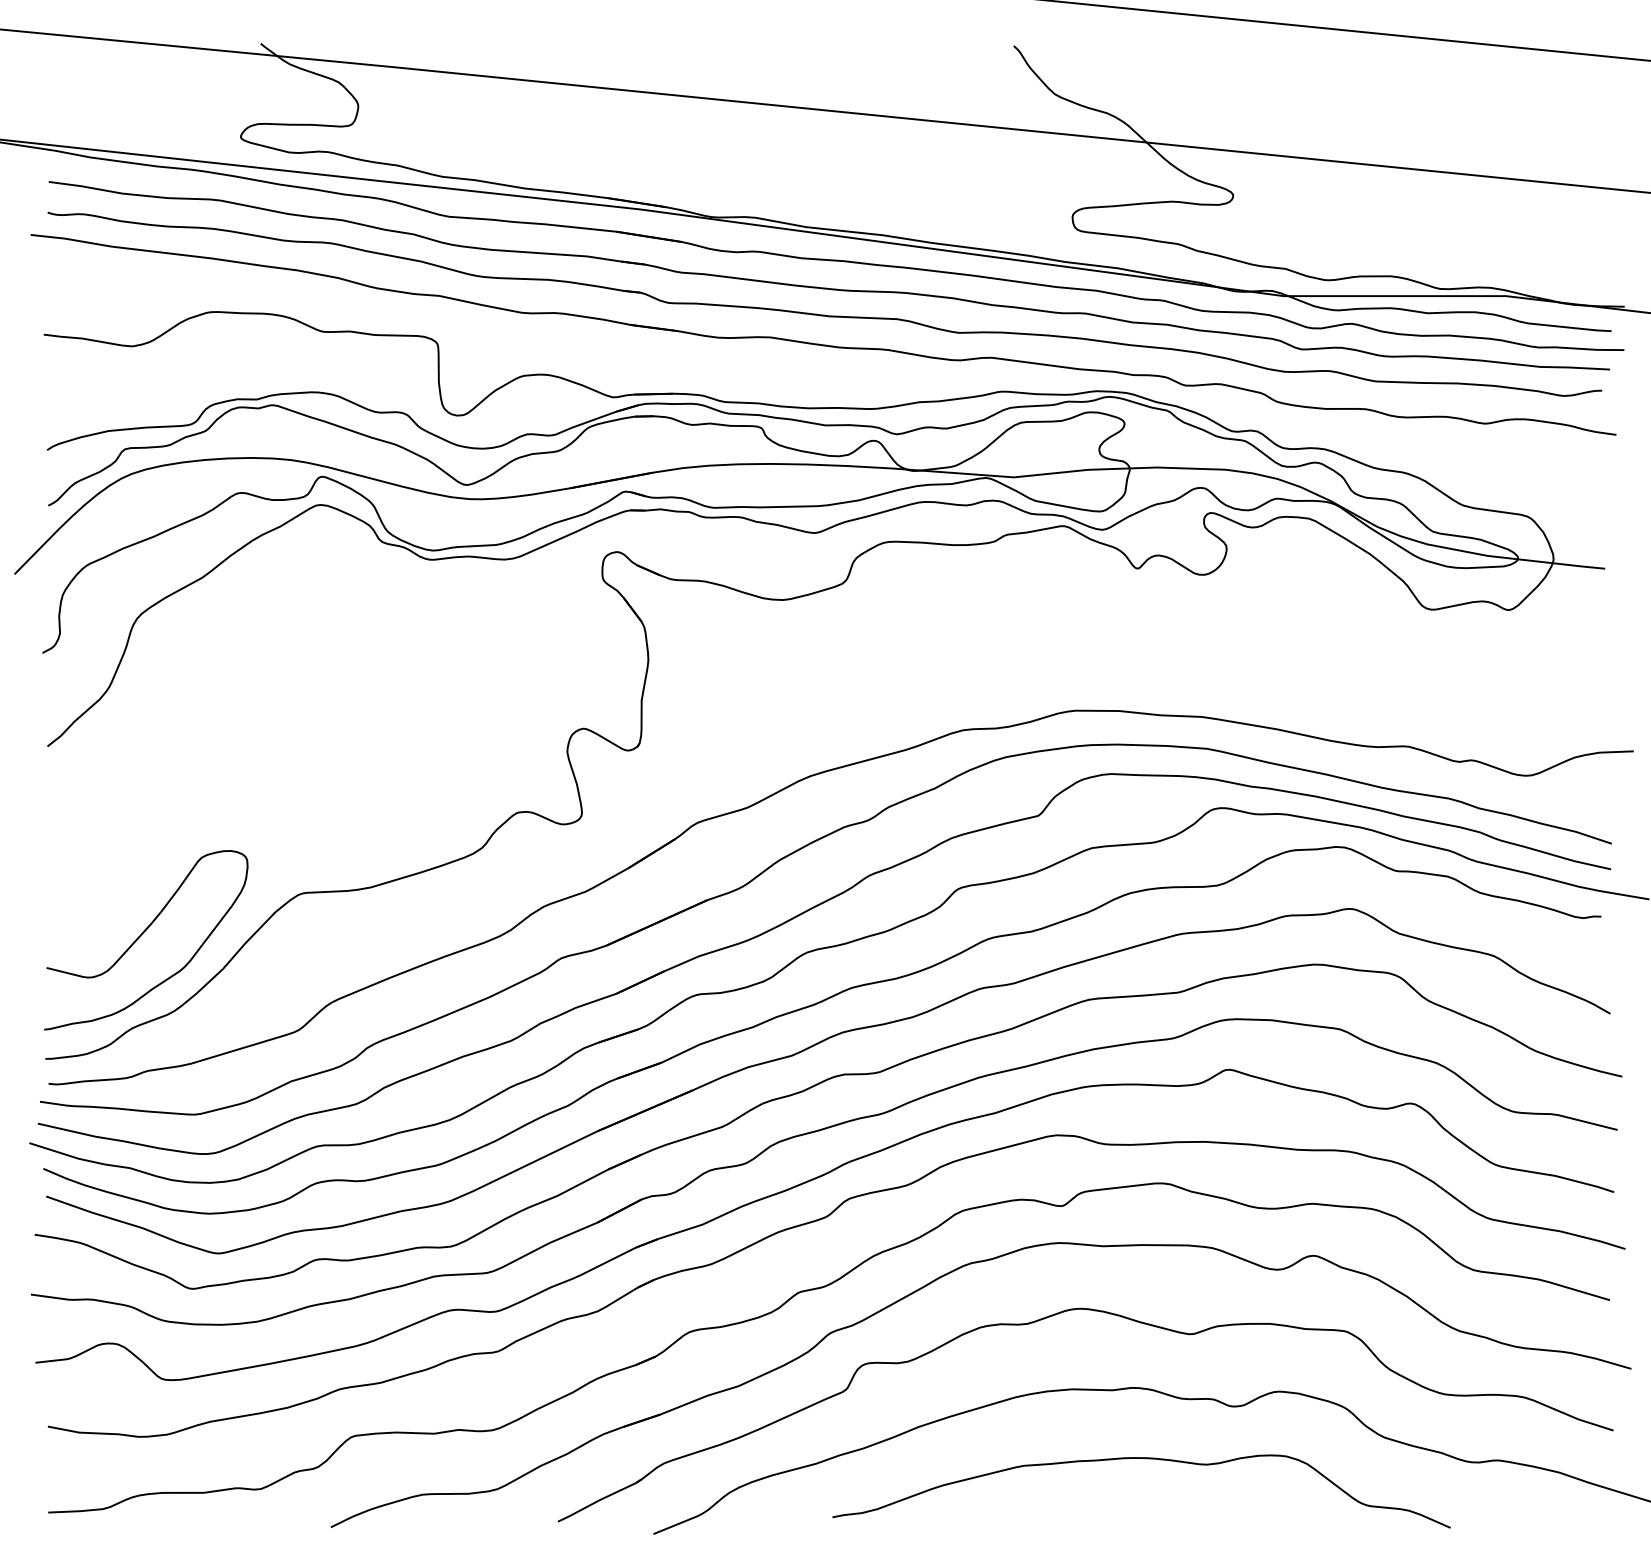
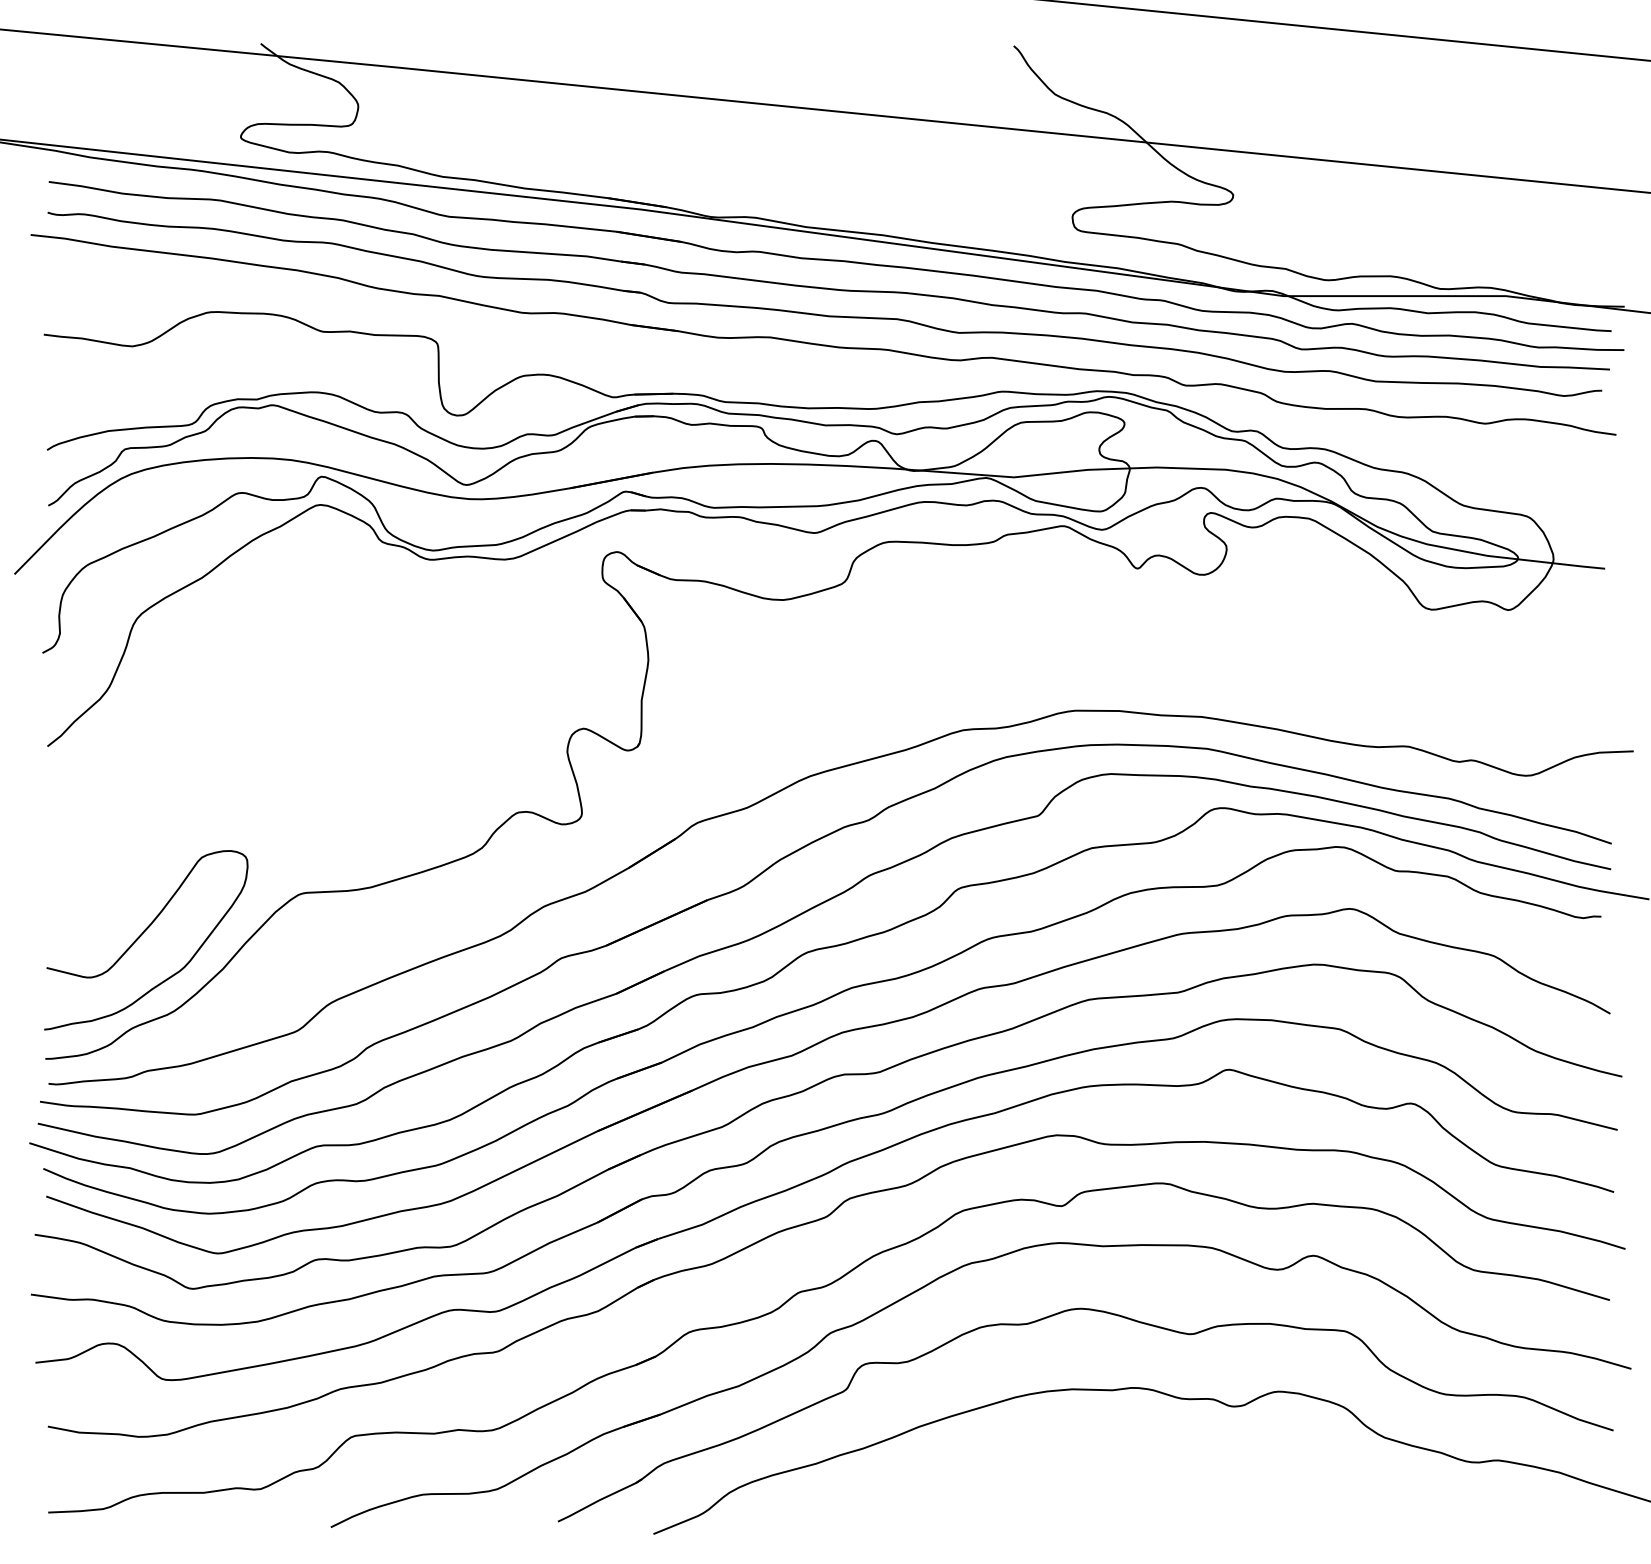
curve at (1146, 1459): present -> none
